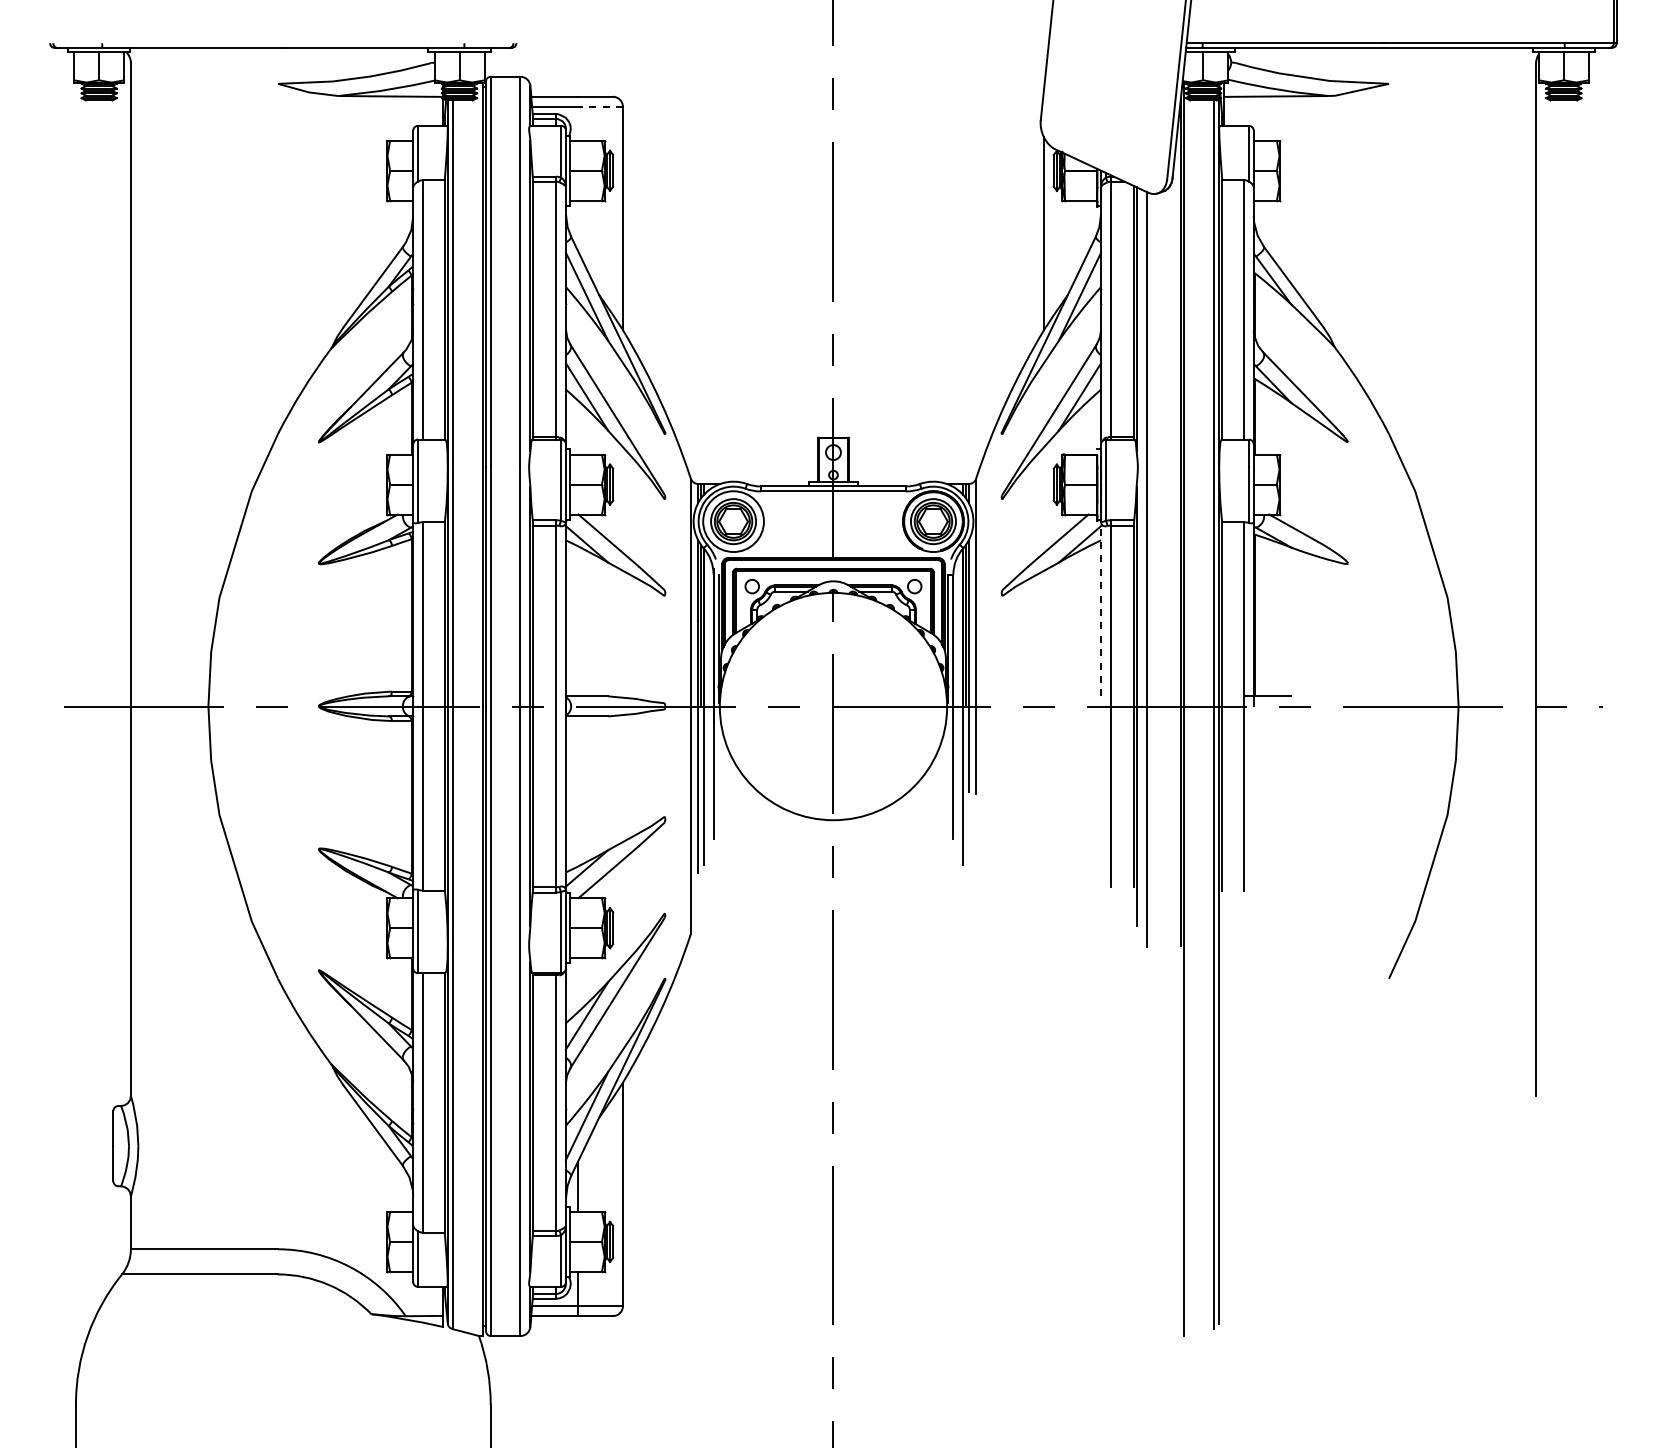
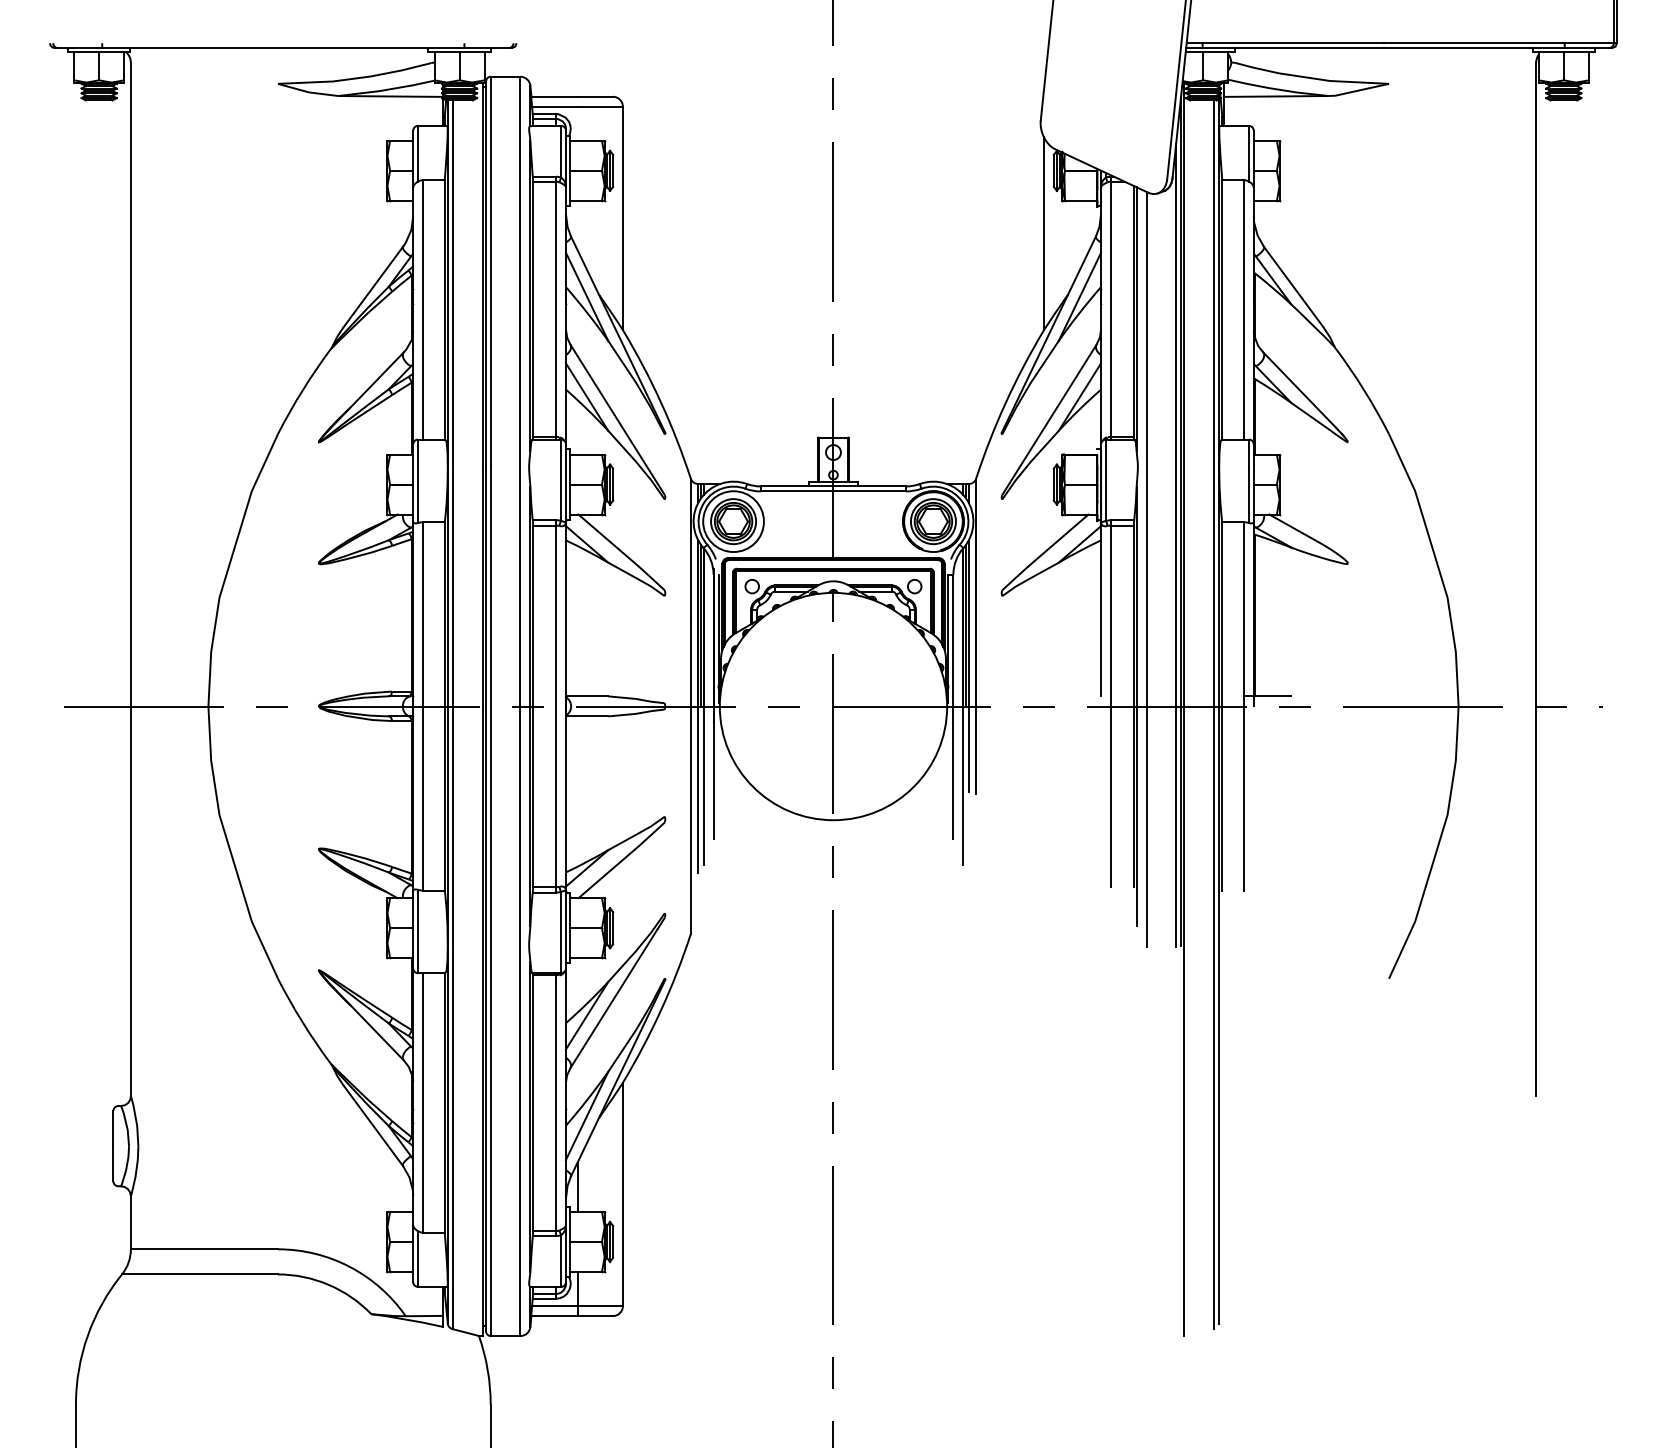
line at (599, 106): dashed -> solid
line at (1176, 545): none -> present
line at (1101, 608): dashed -> solid
